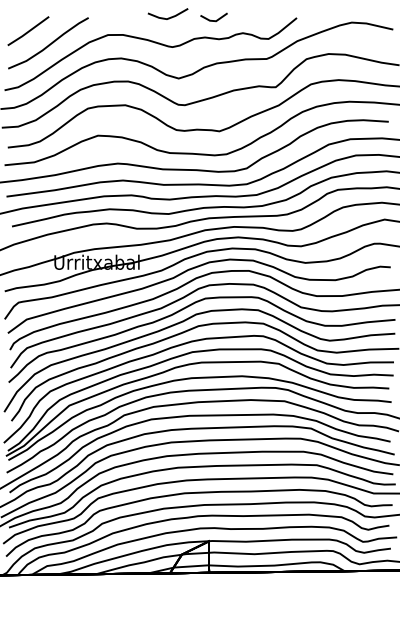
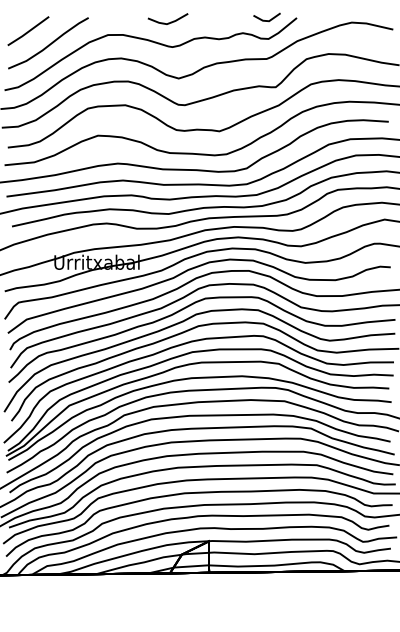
line at (168, 17) position: (168, 17) -> (168, 22)
line at (213, 20) position: (213, 20) -> (266, 20)
